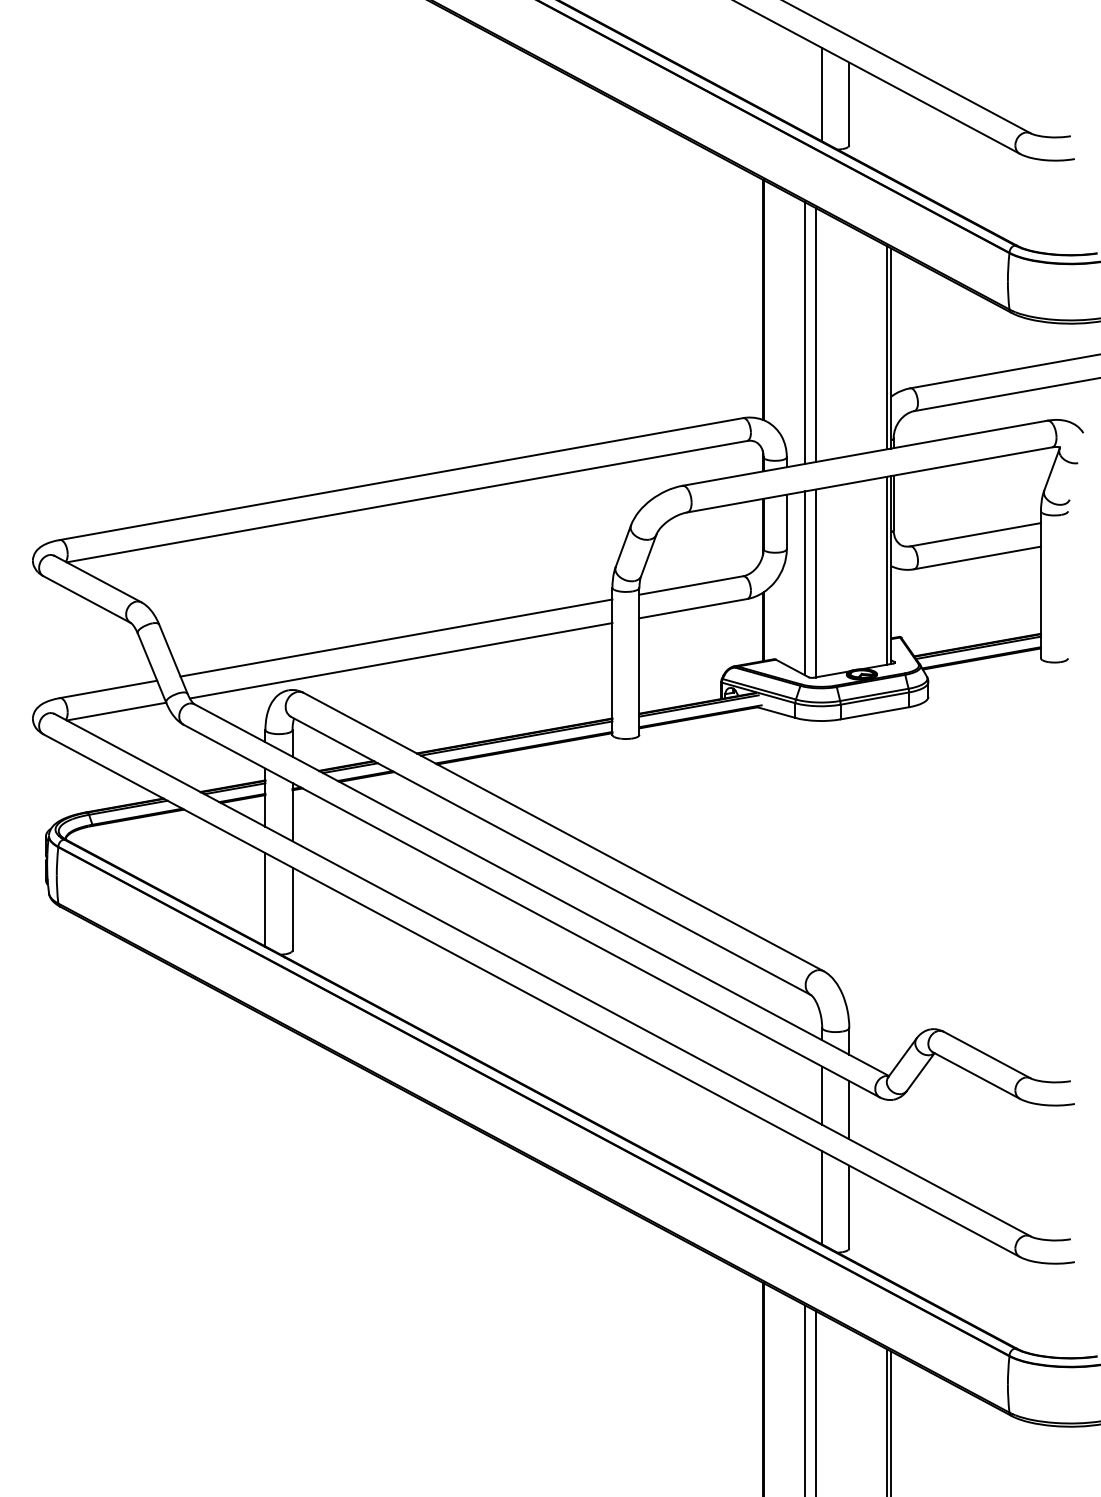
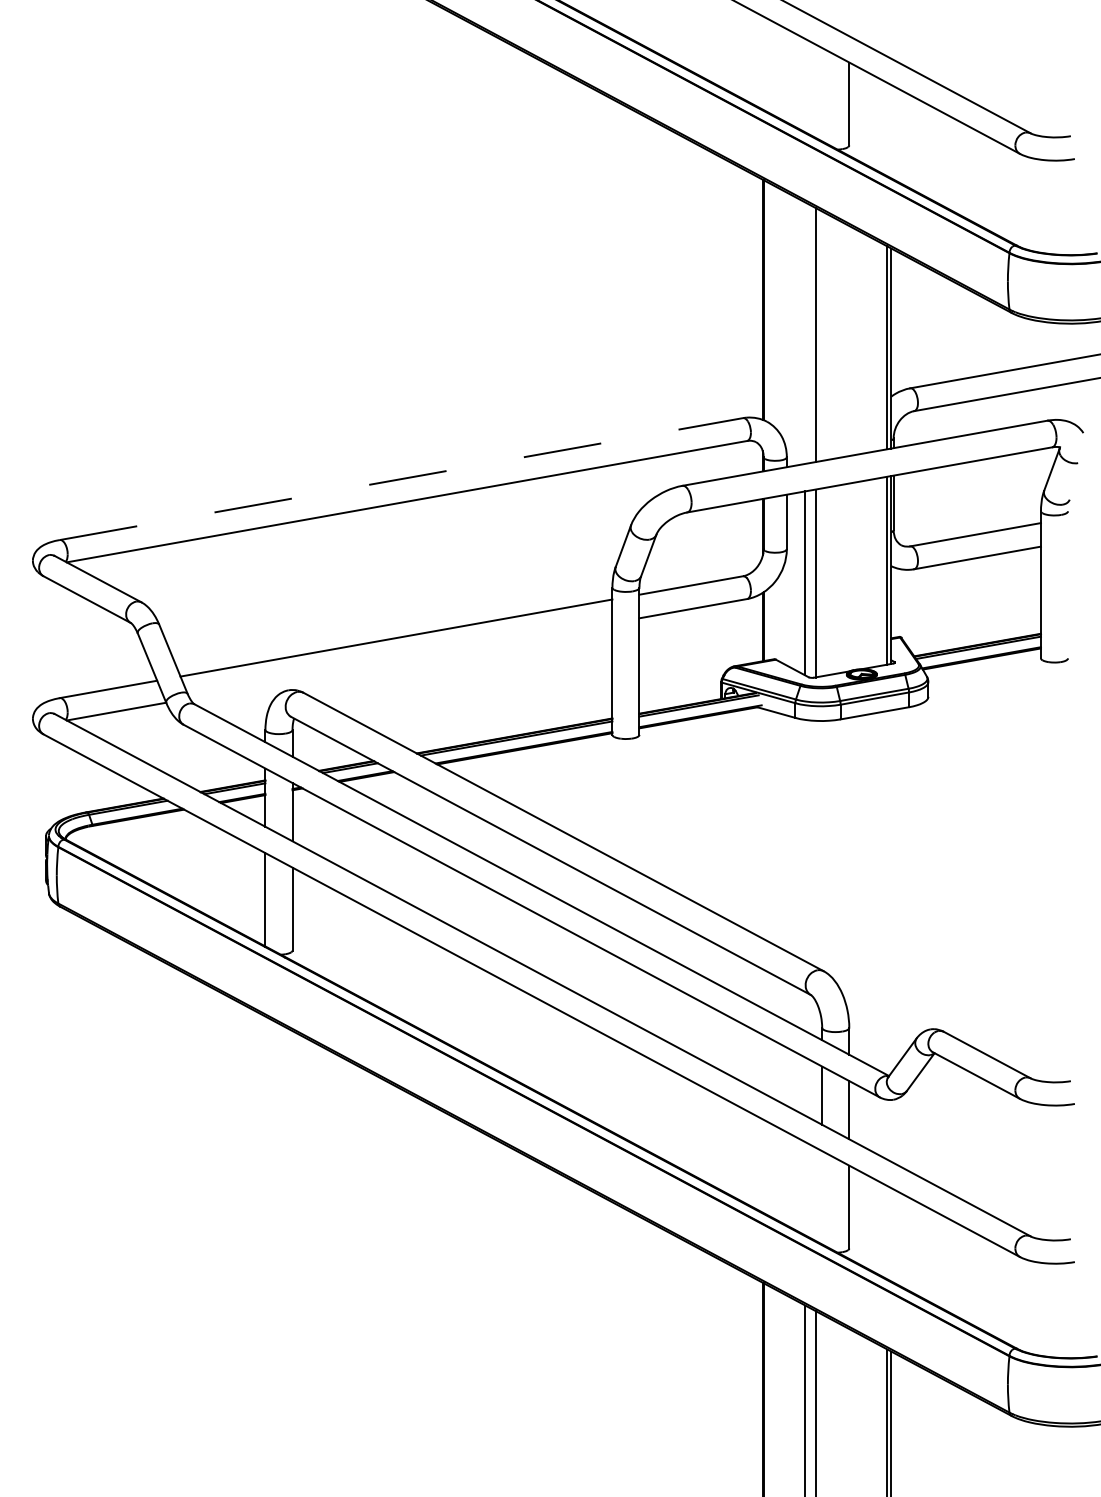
line at (822, 94): present -> none
line at (805, 332): present -> none
line at (401, 479): solid -> dashed
line at (400, 660): present -> none
line at (822, 1197): present -> none
